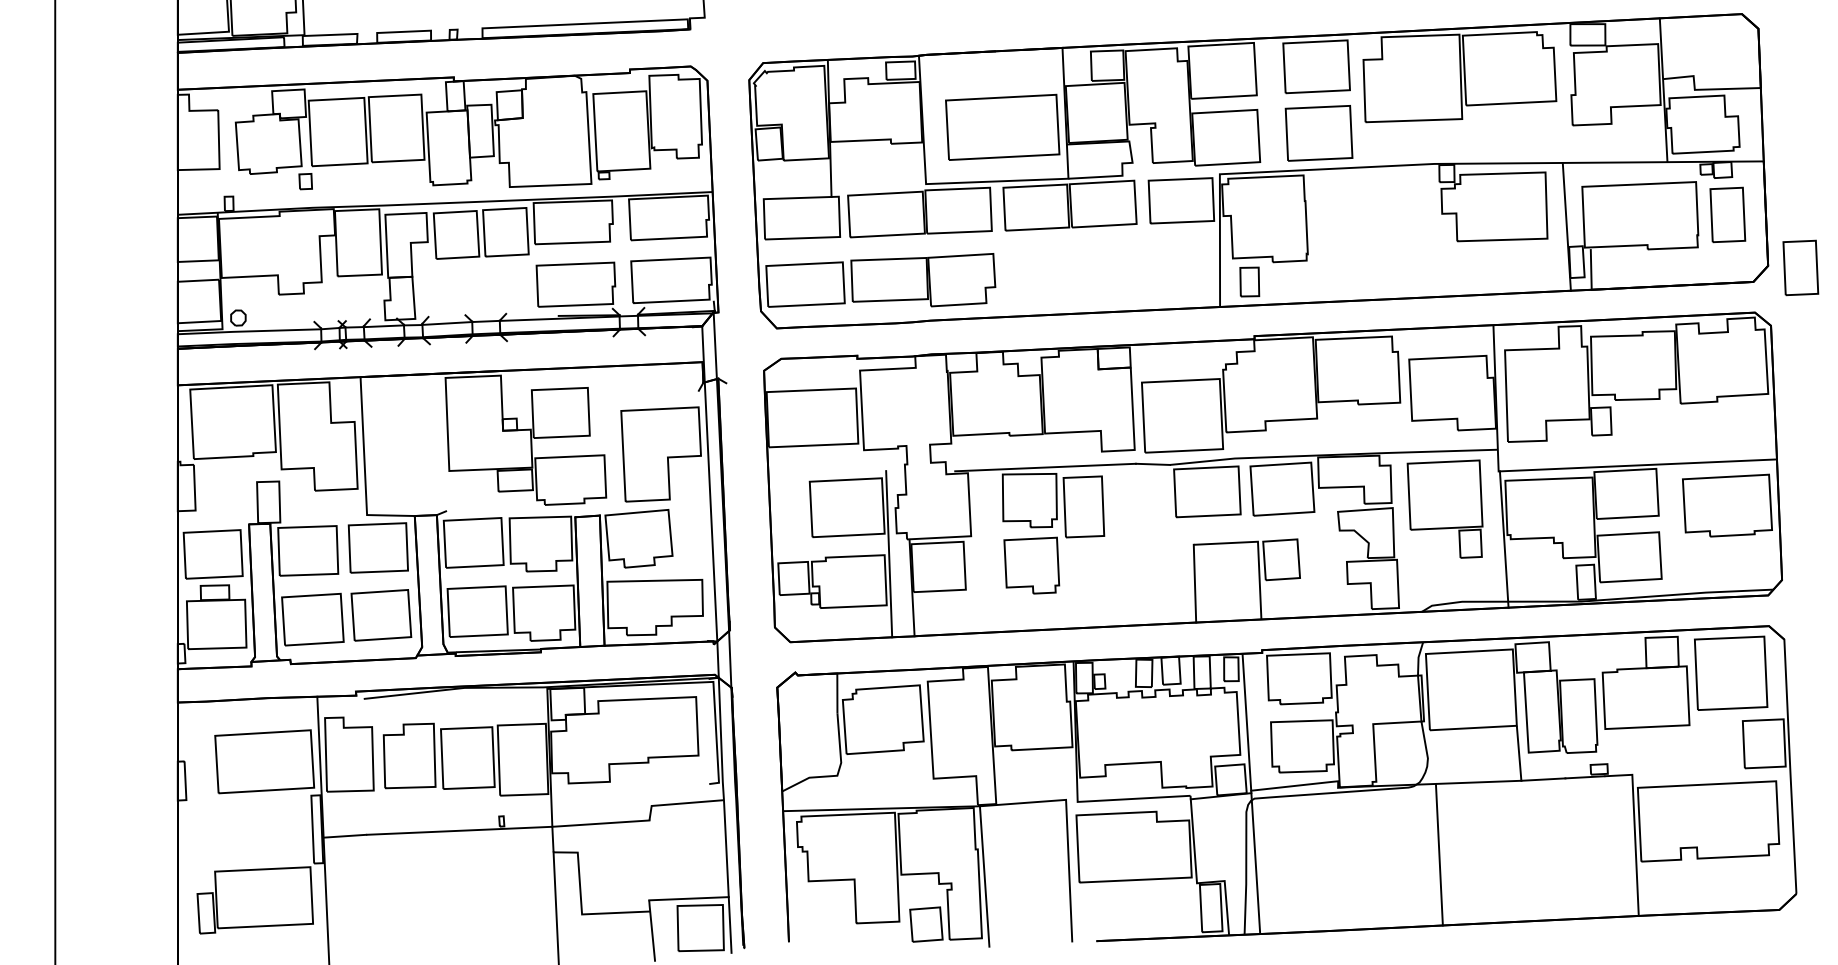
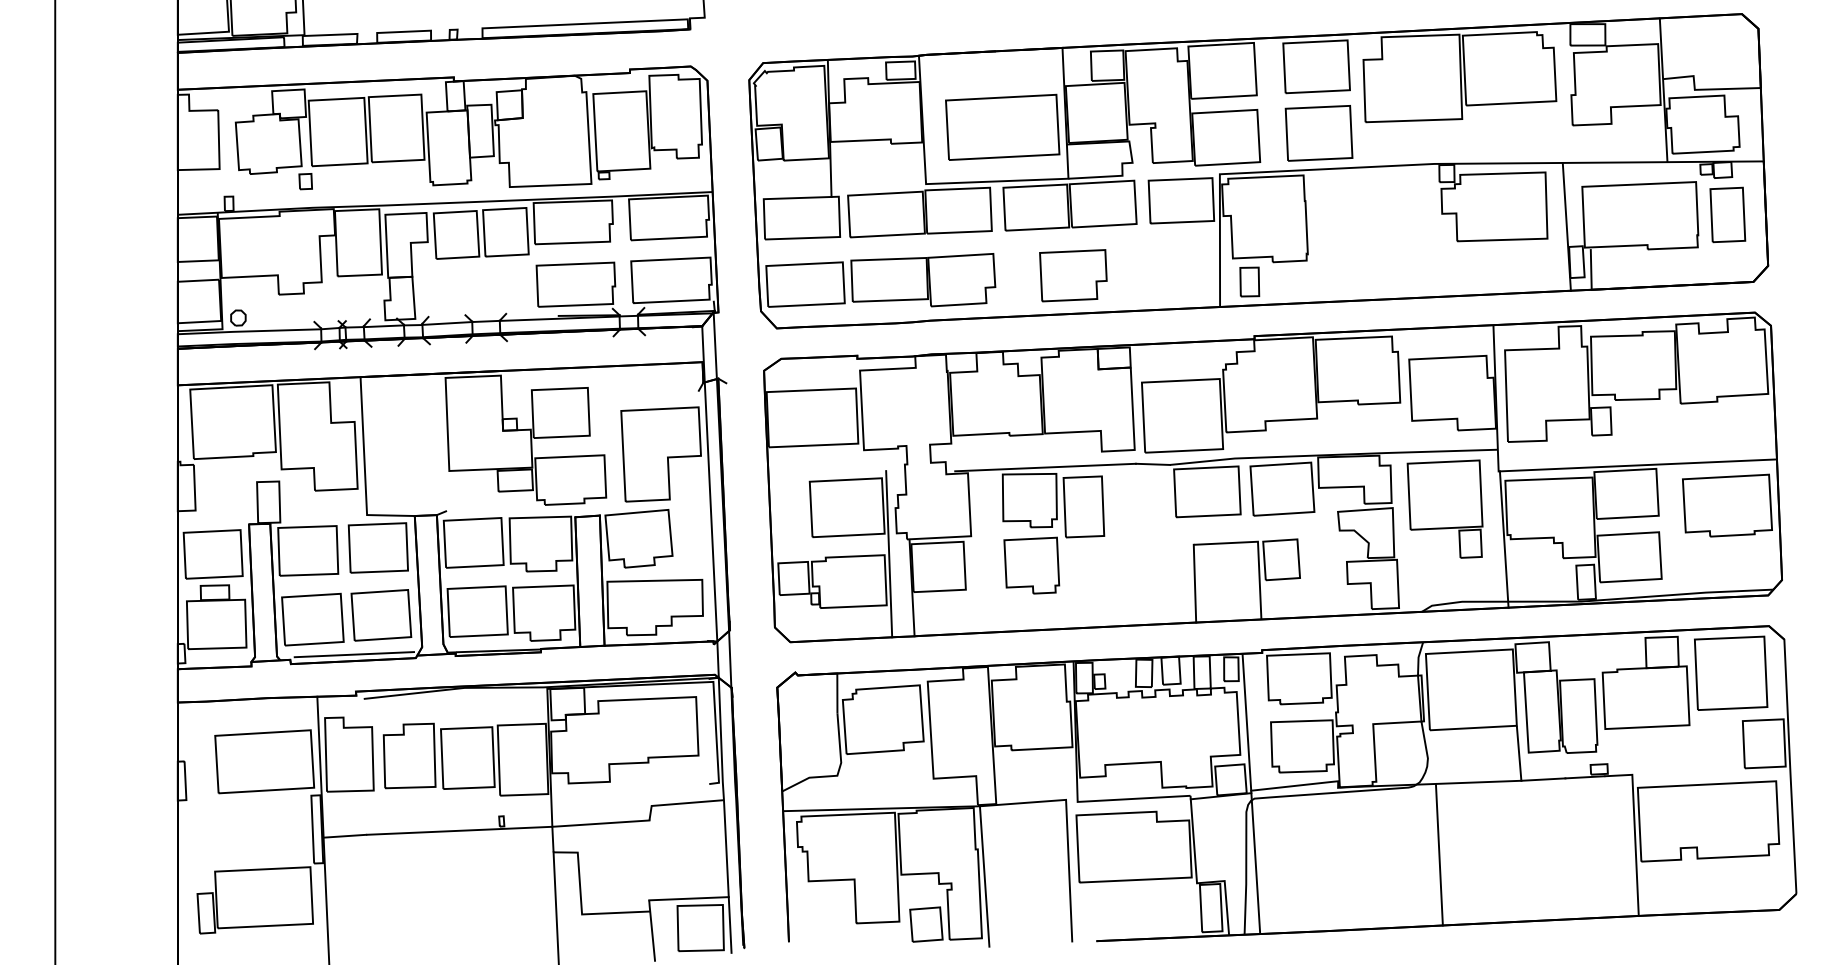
part at (1800, 267): present -> none
part at (1073, 275): none -> present
line at (354, 654): none -> present
